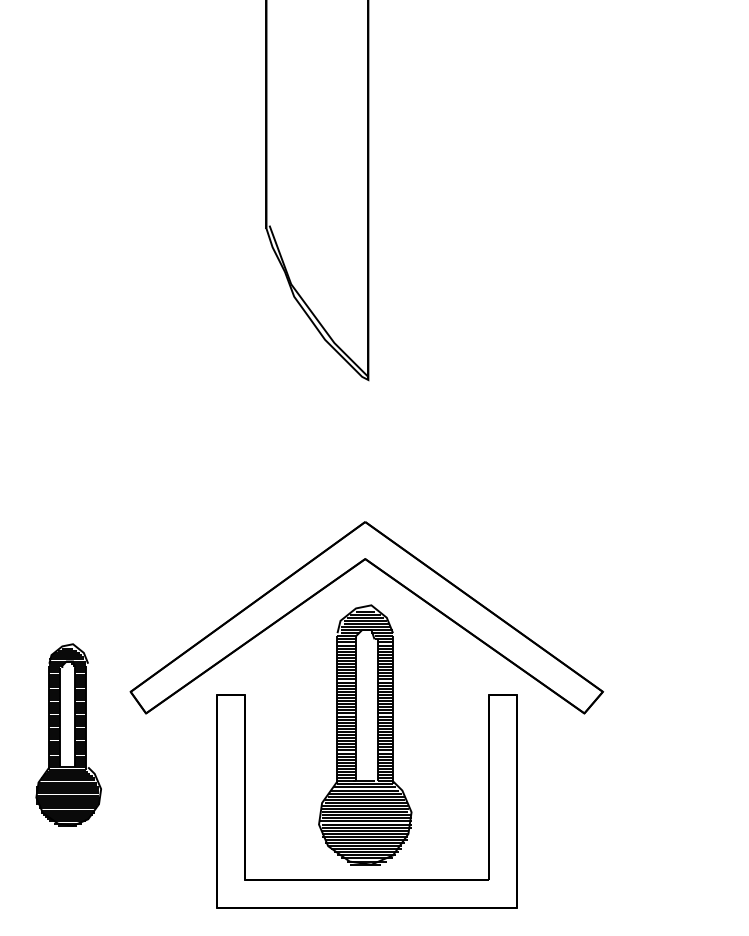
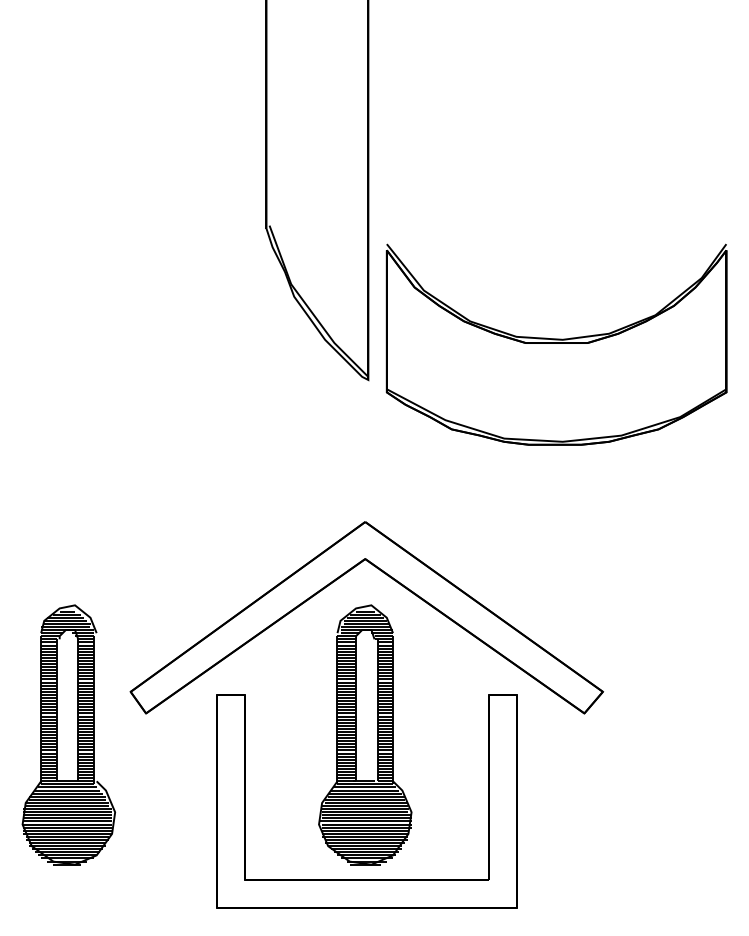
part at (556, 344): none -> present
part at (68, 734) size: 67x184 px -> 95x262 px
